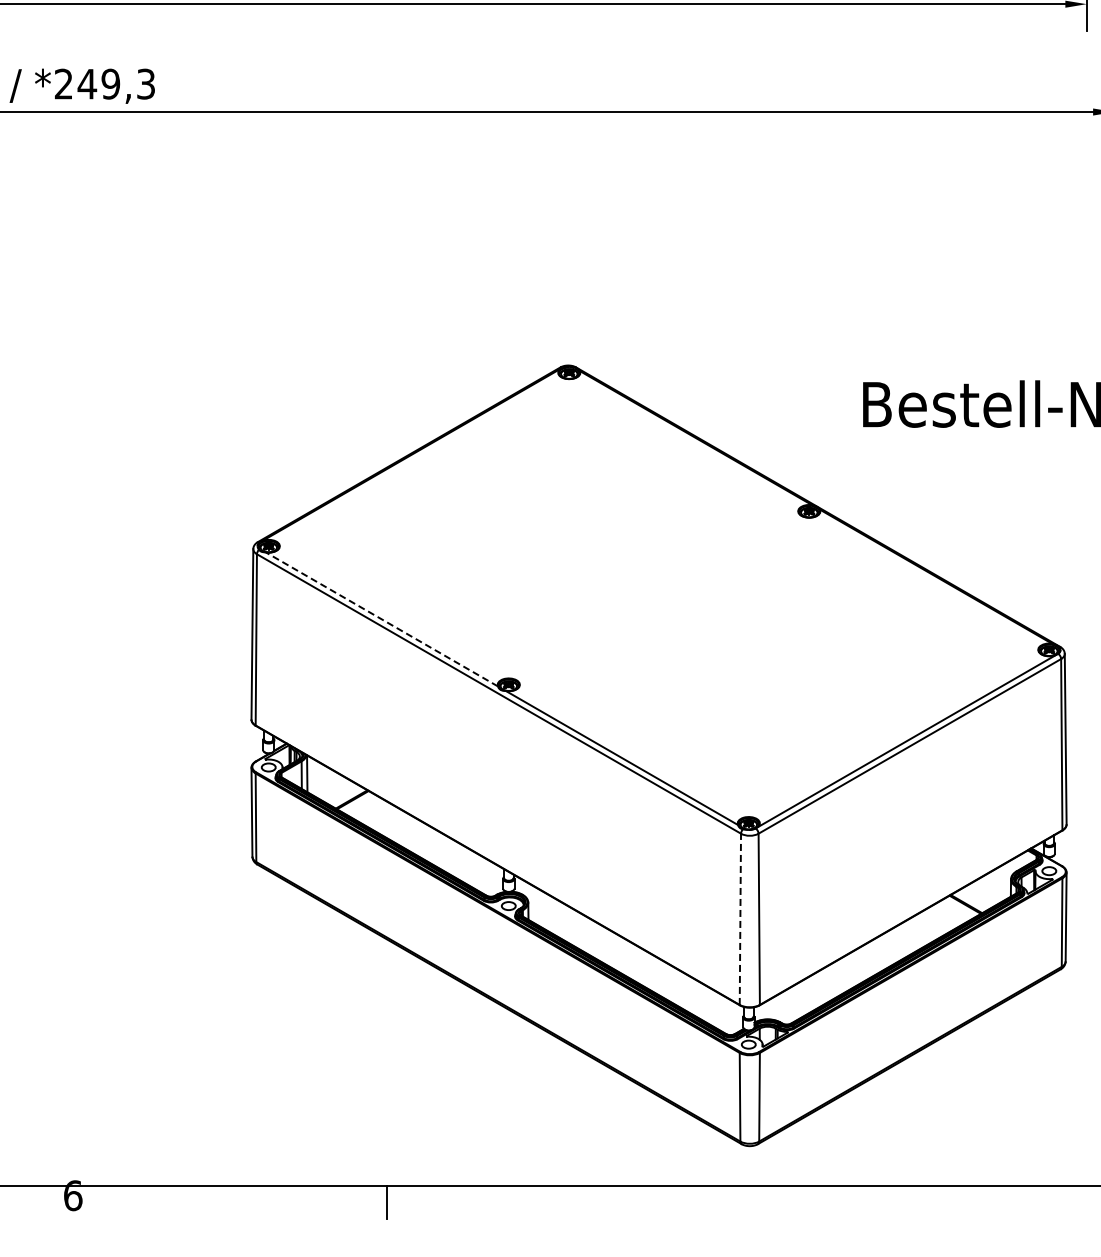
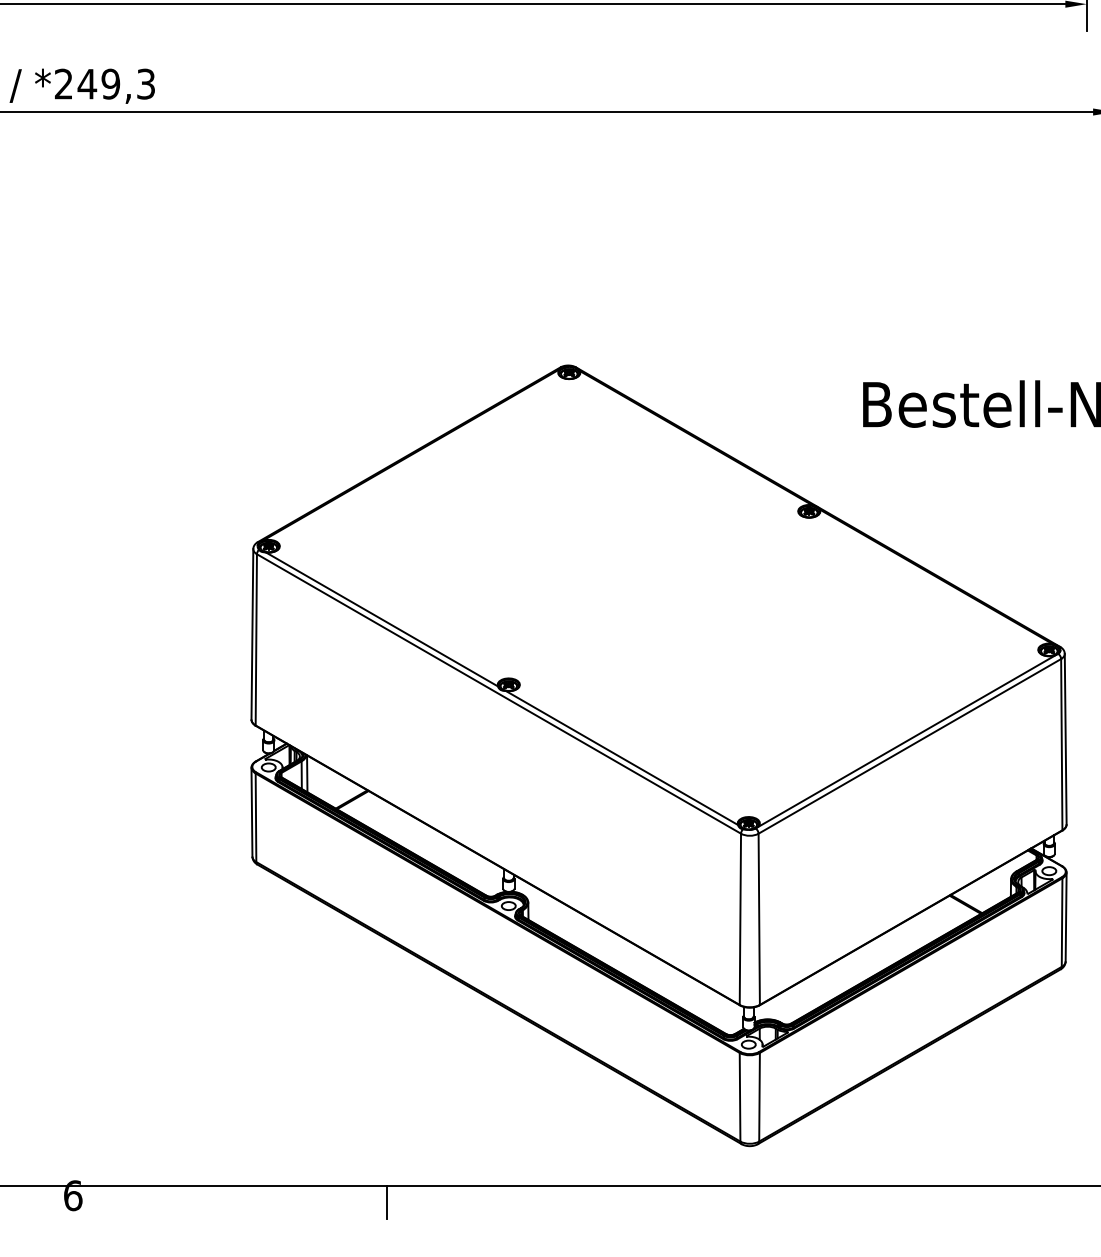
line at (382, 619): dashed -> solid
line at (740, 919): dashed -> solid
